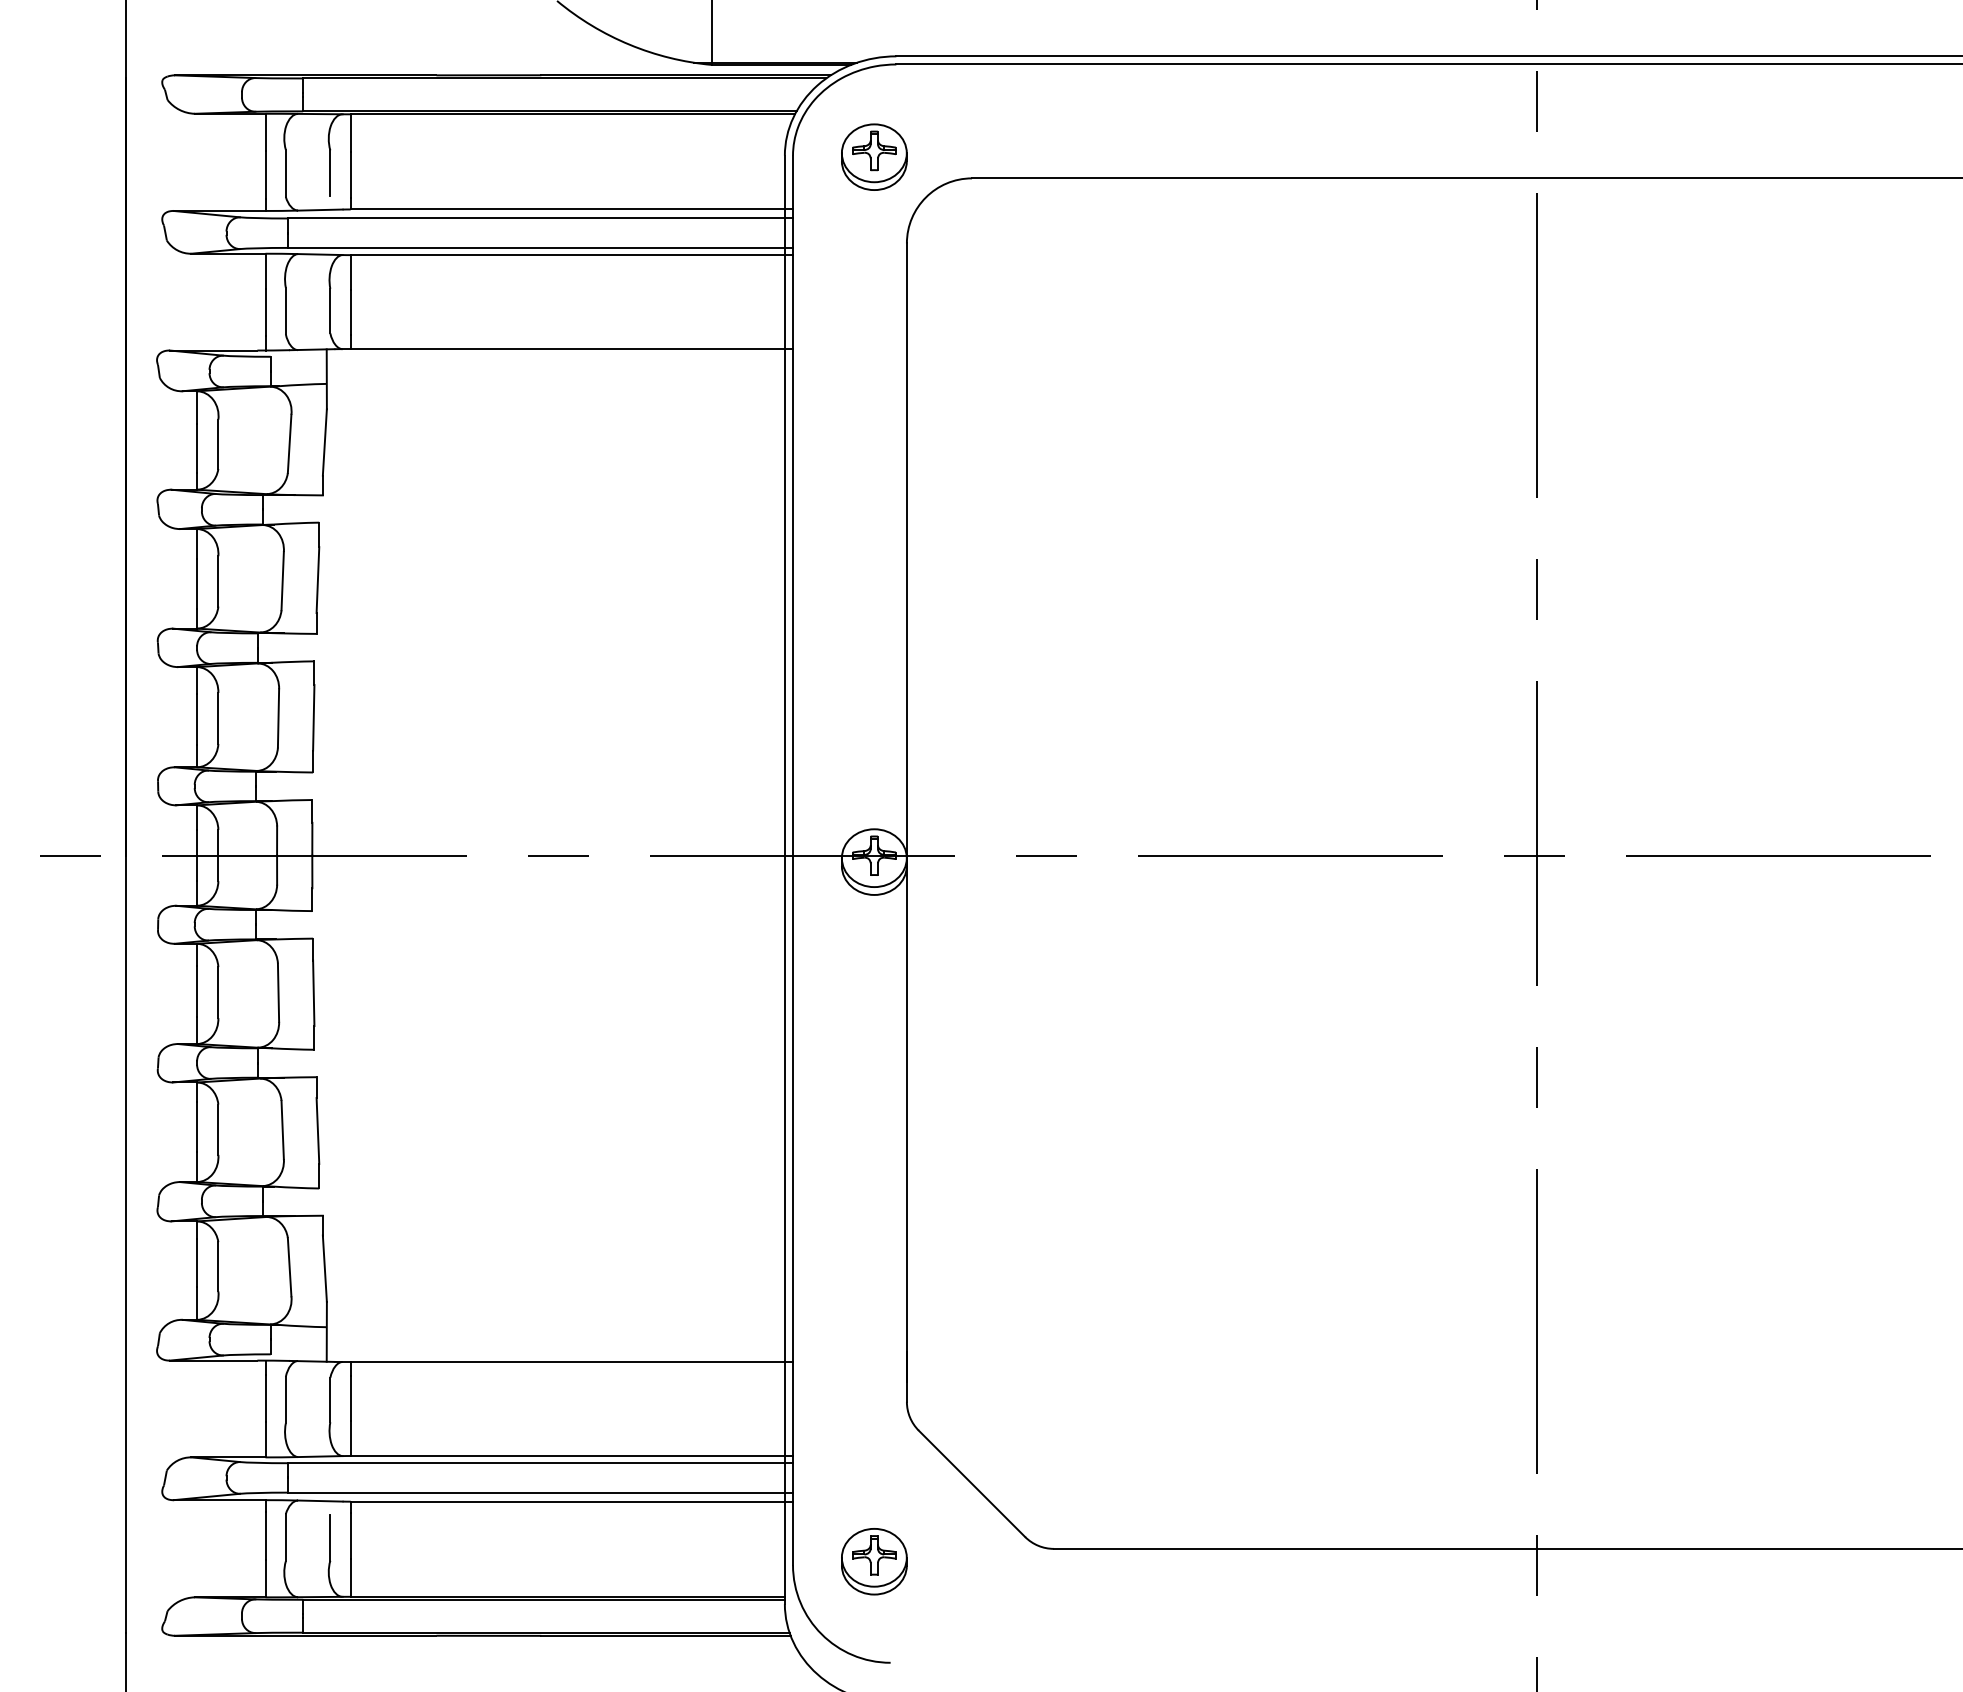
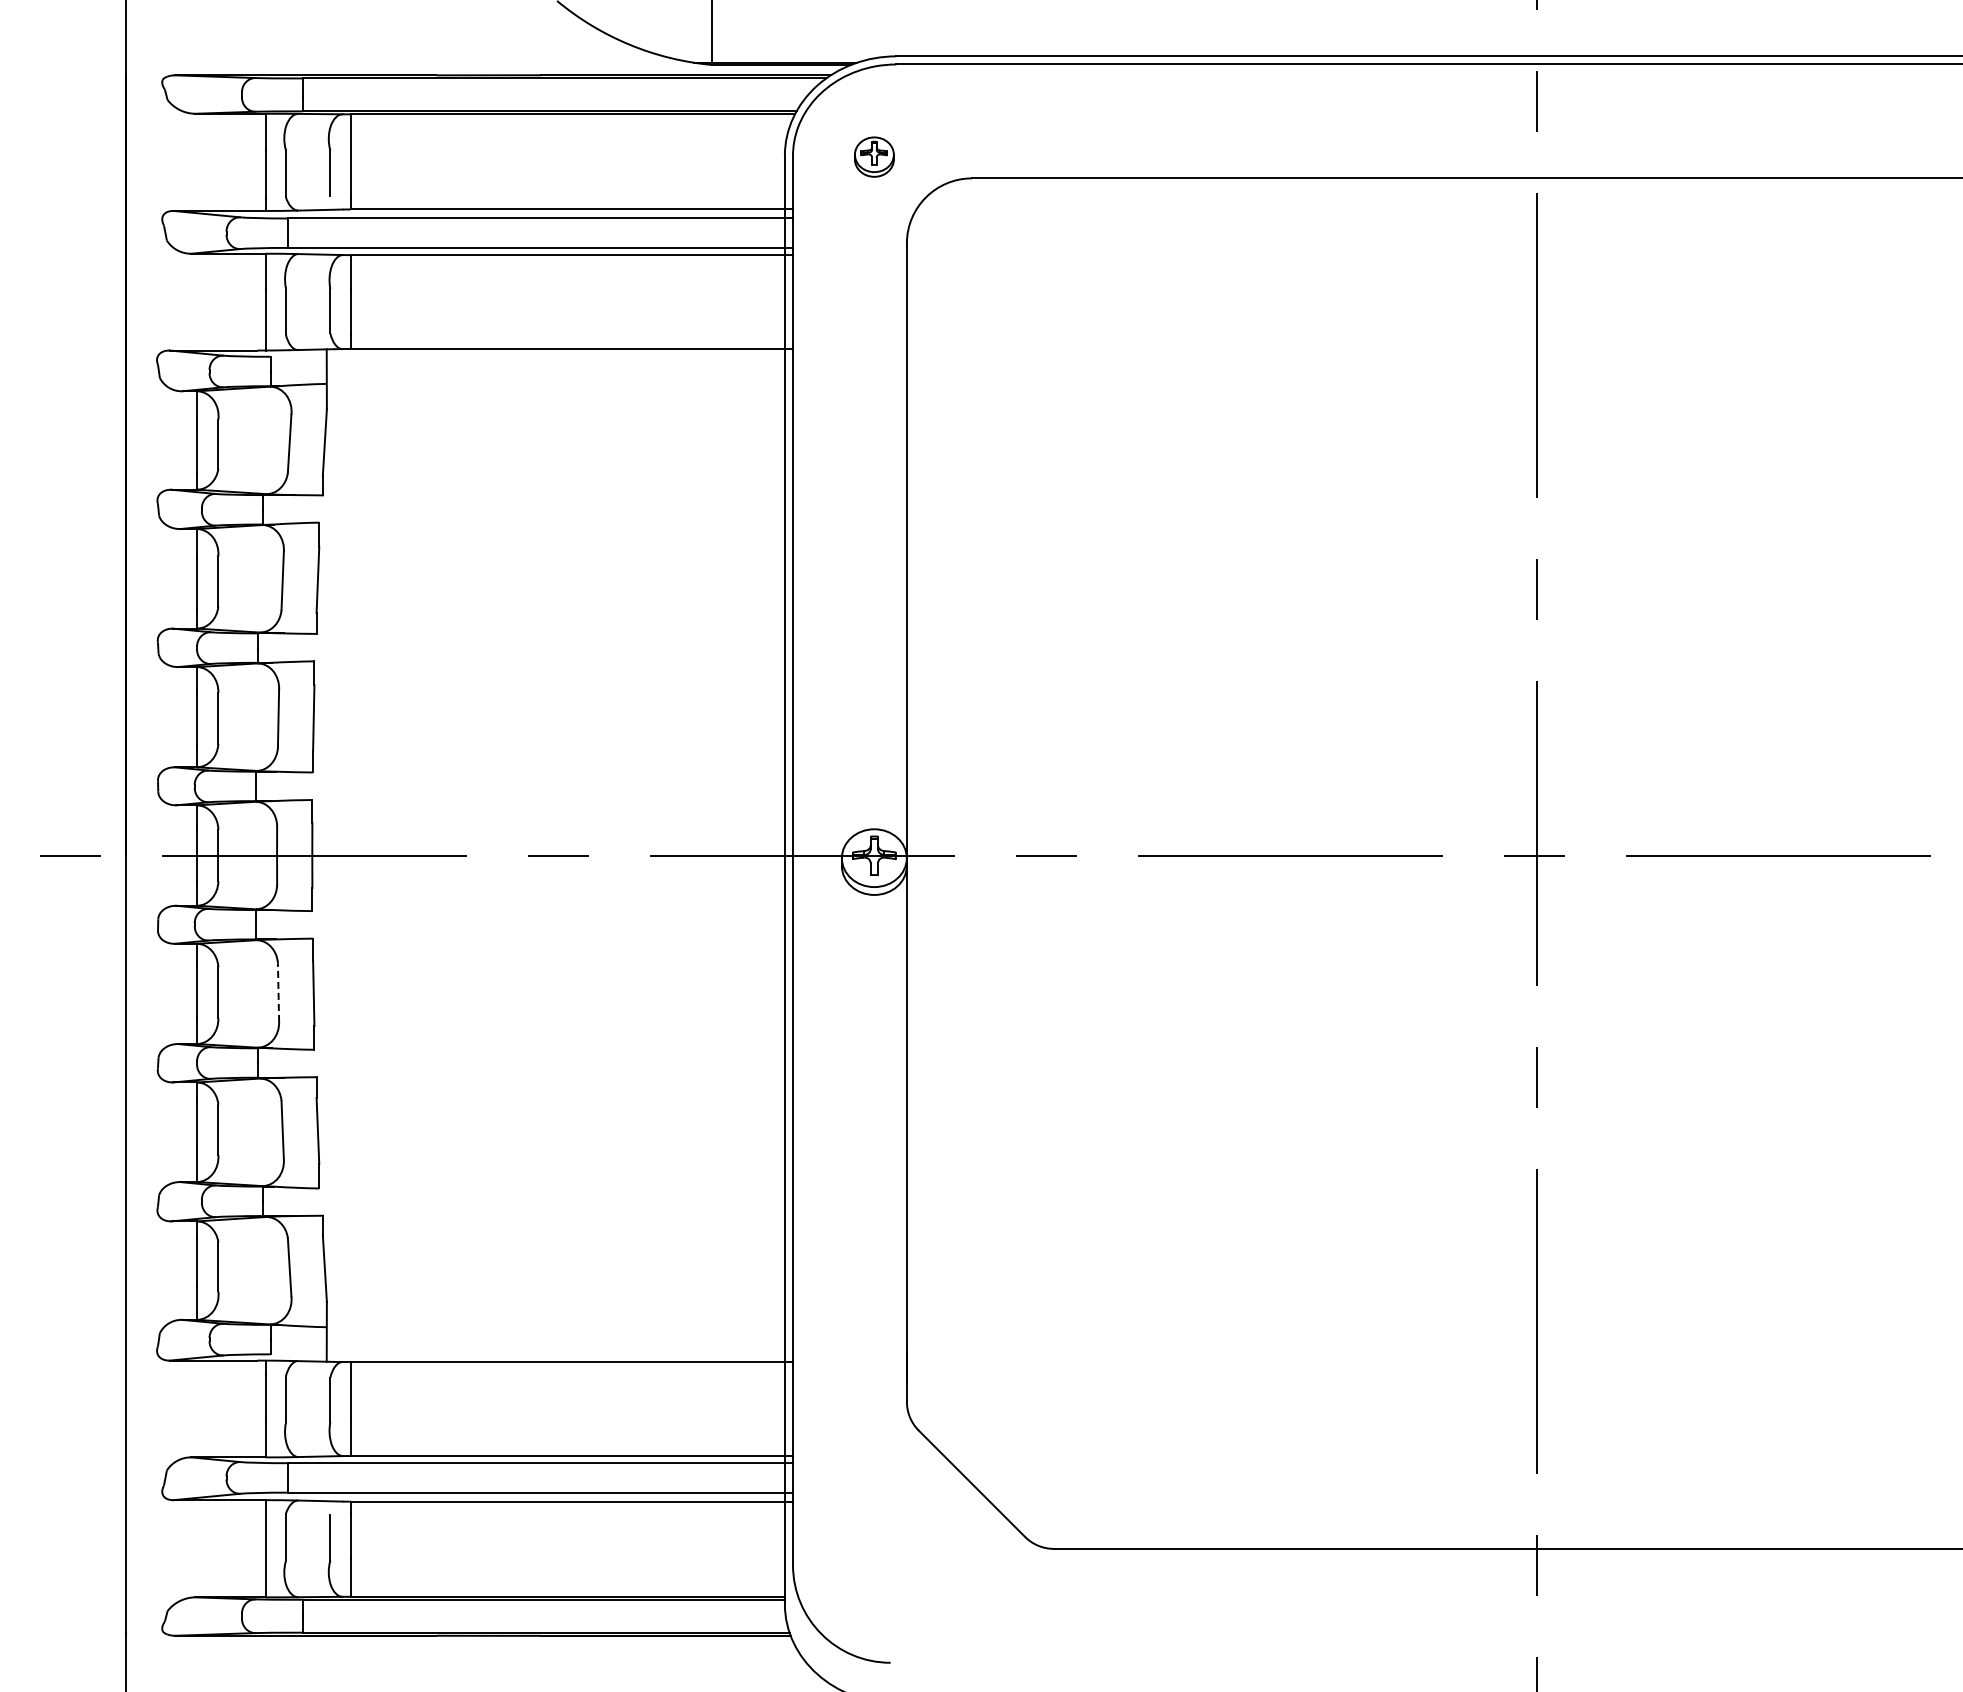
part at (874, 156) size: 67x68 px -> 41x42 px
line at (278, 992): solid -> dashed
part at (874, 1561): present -> none
